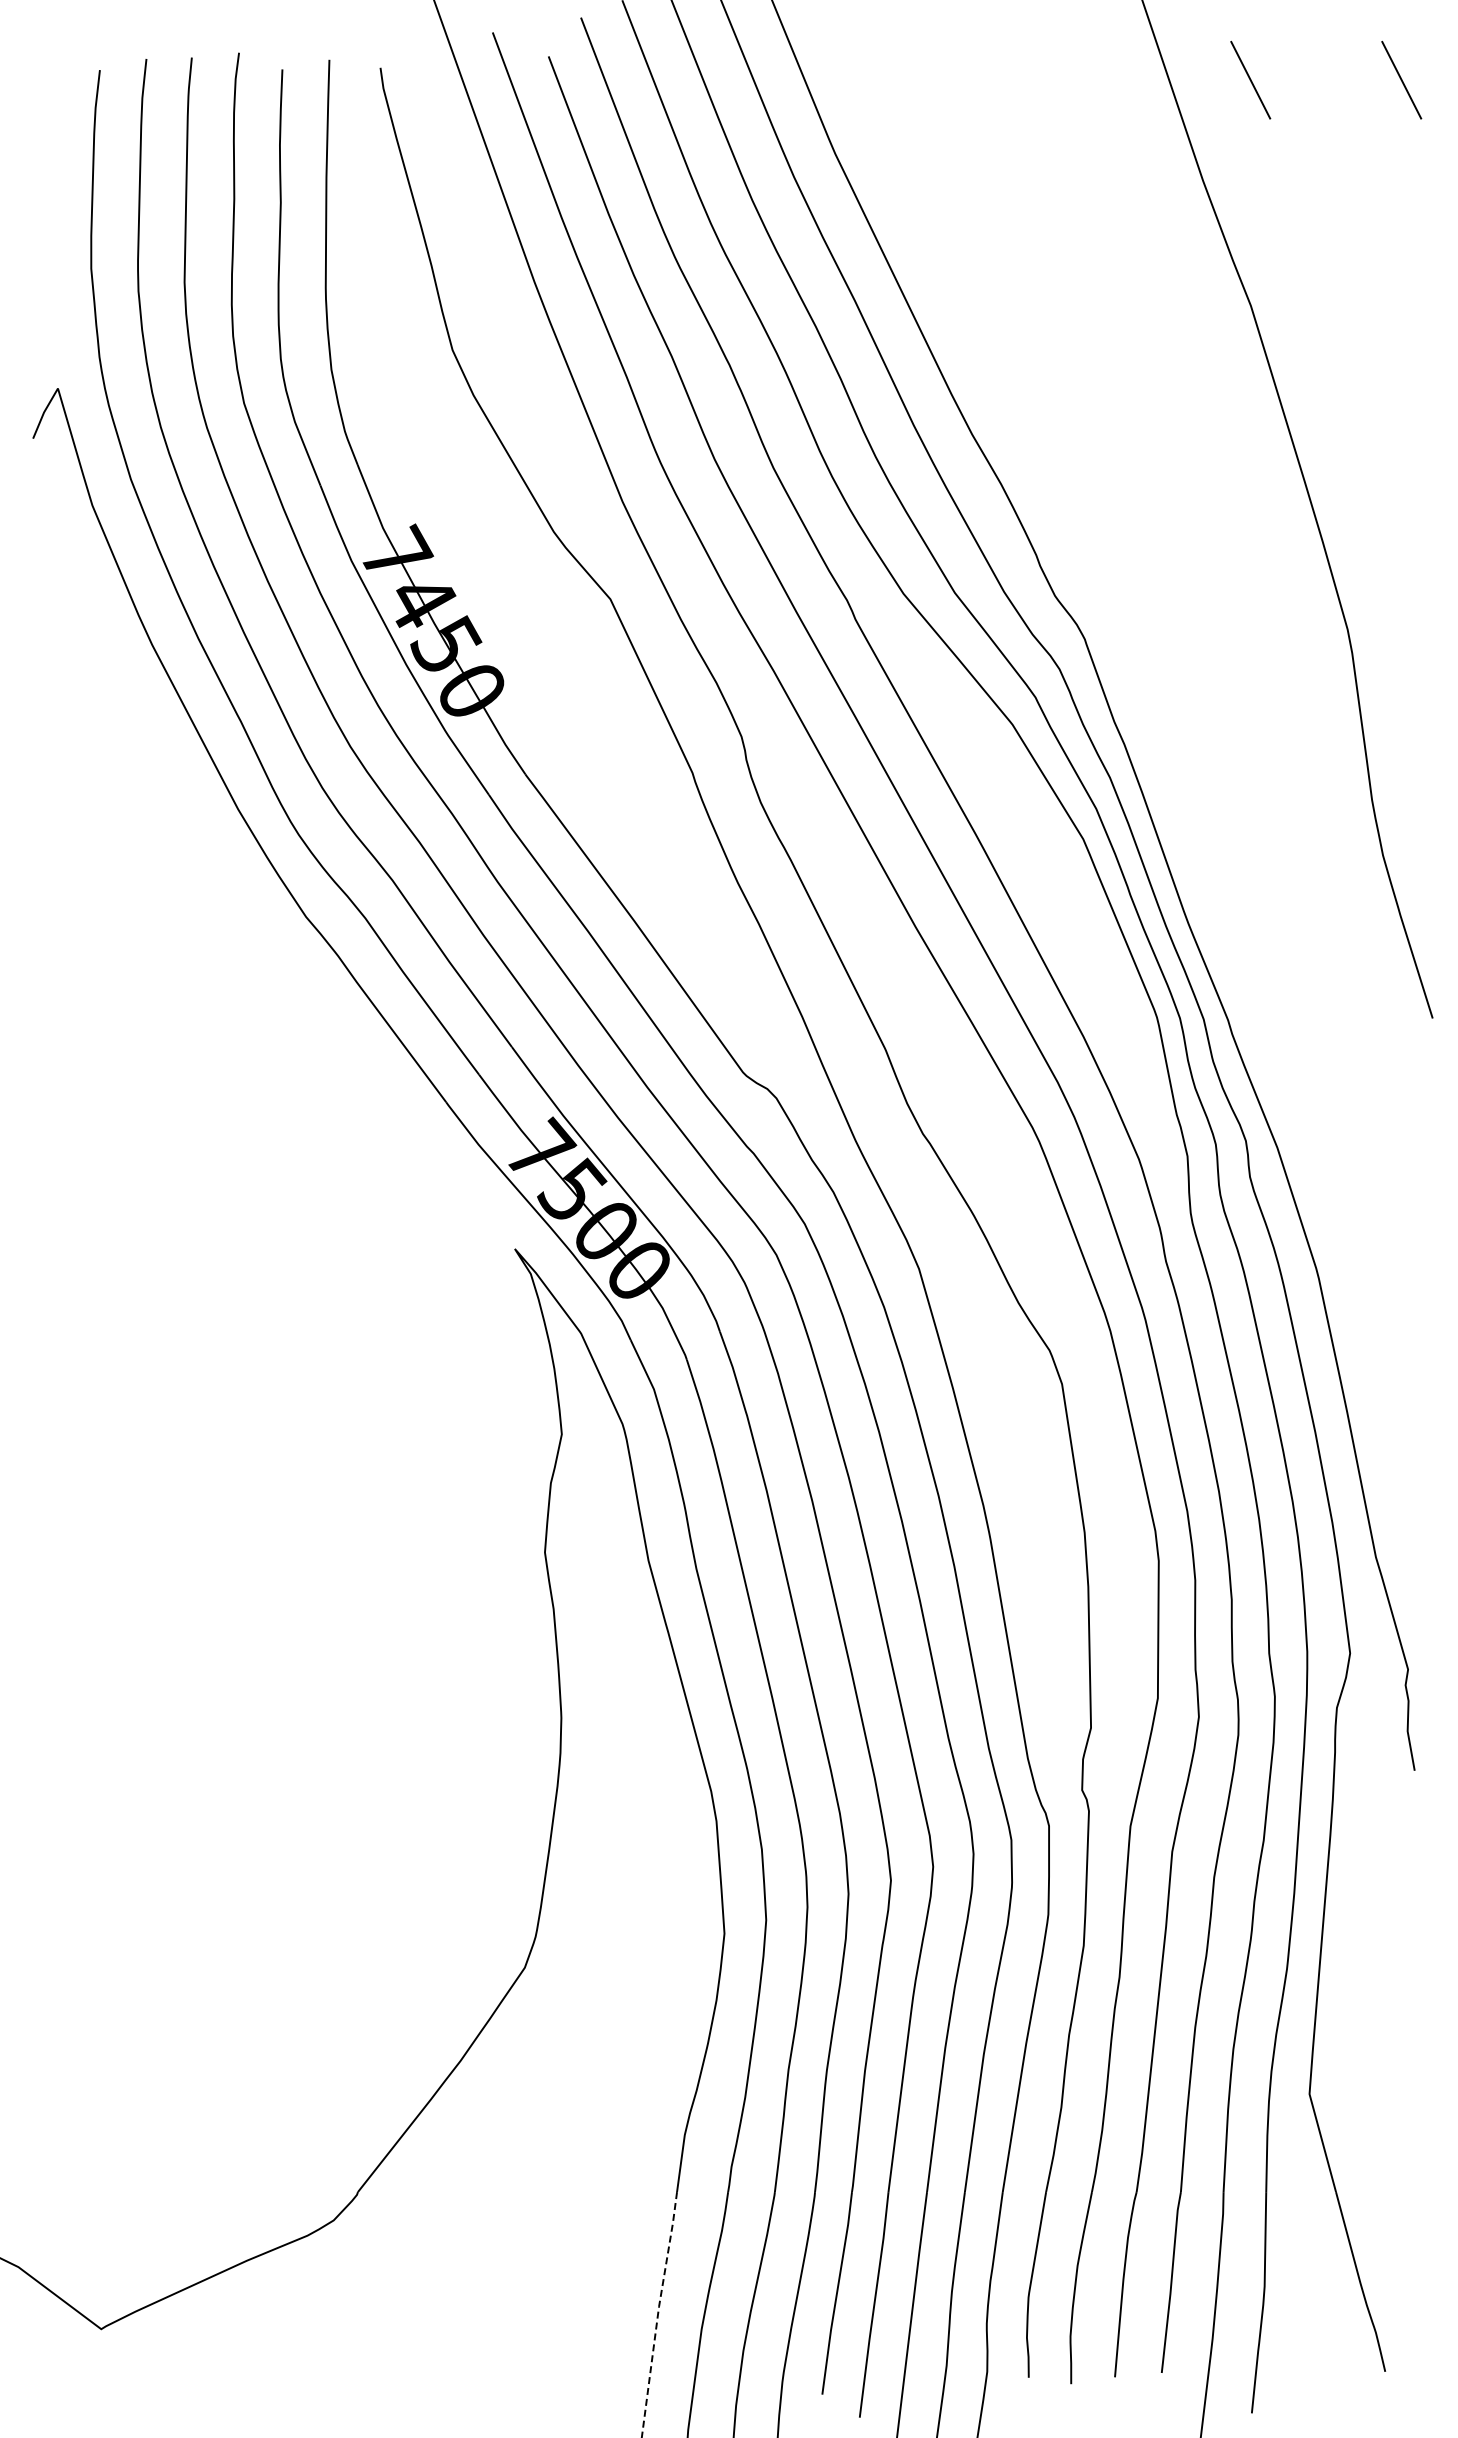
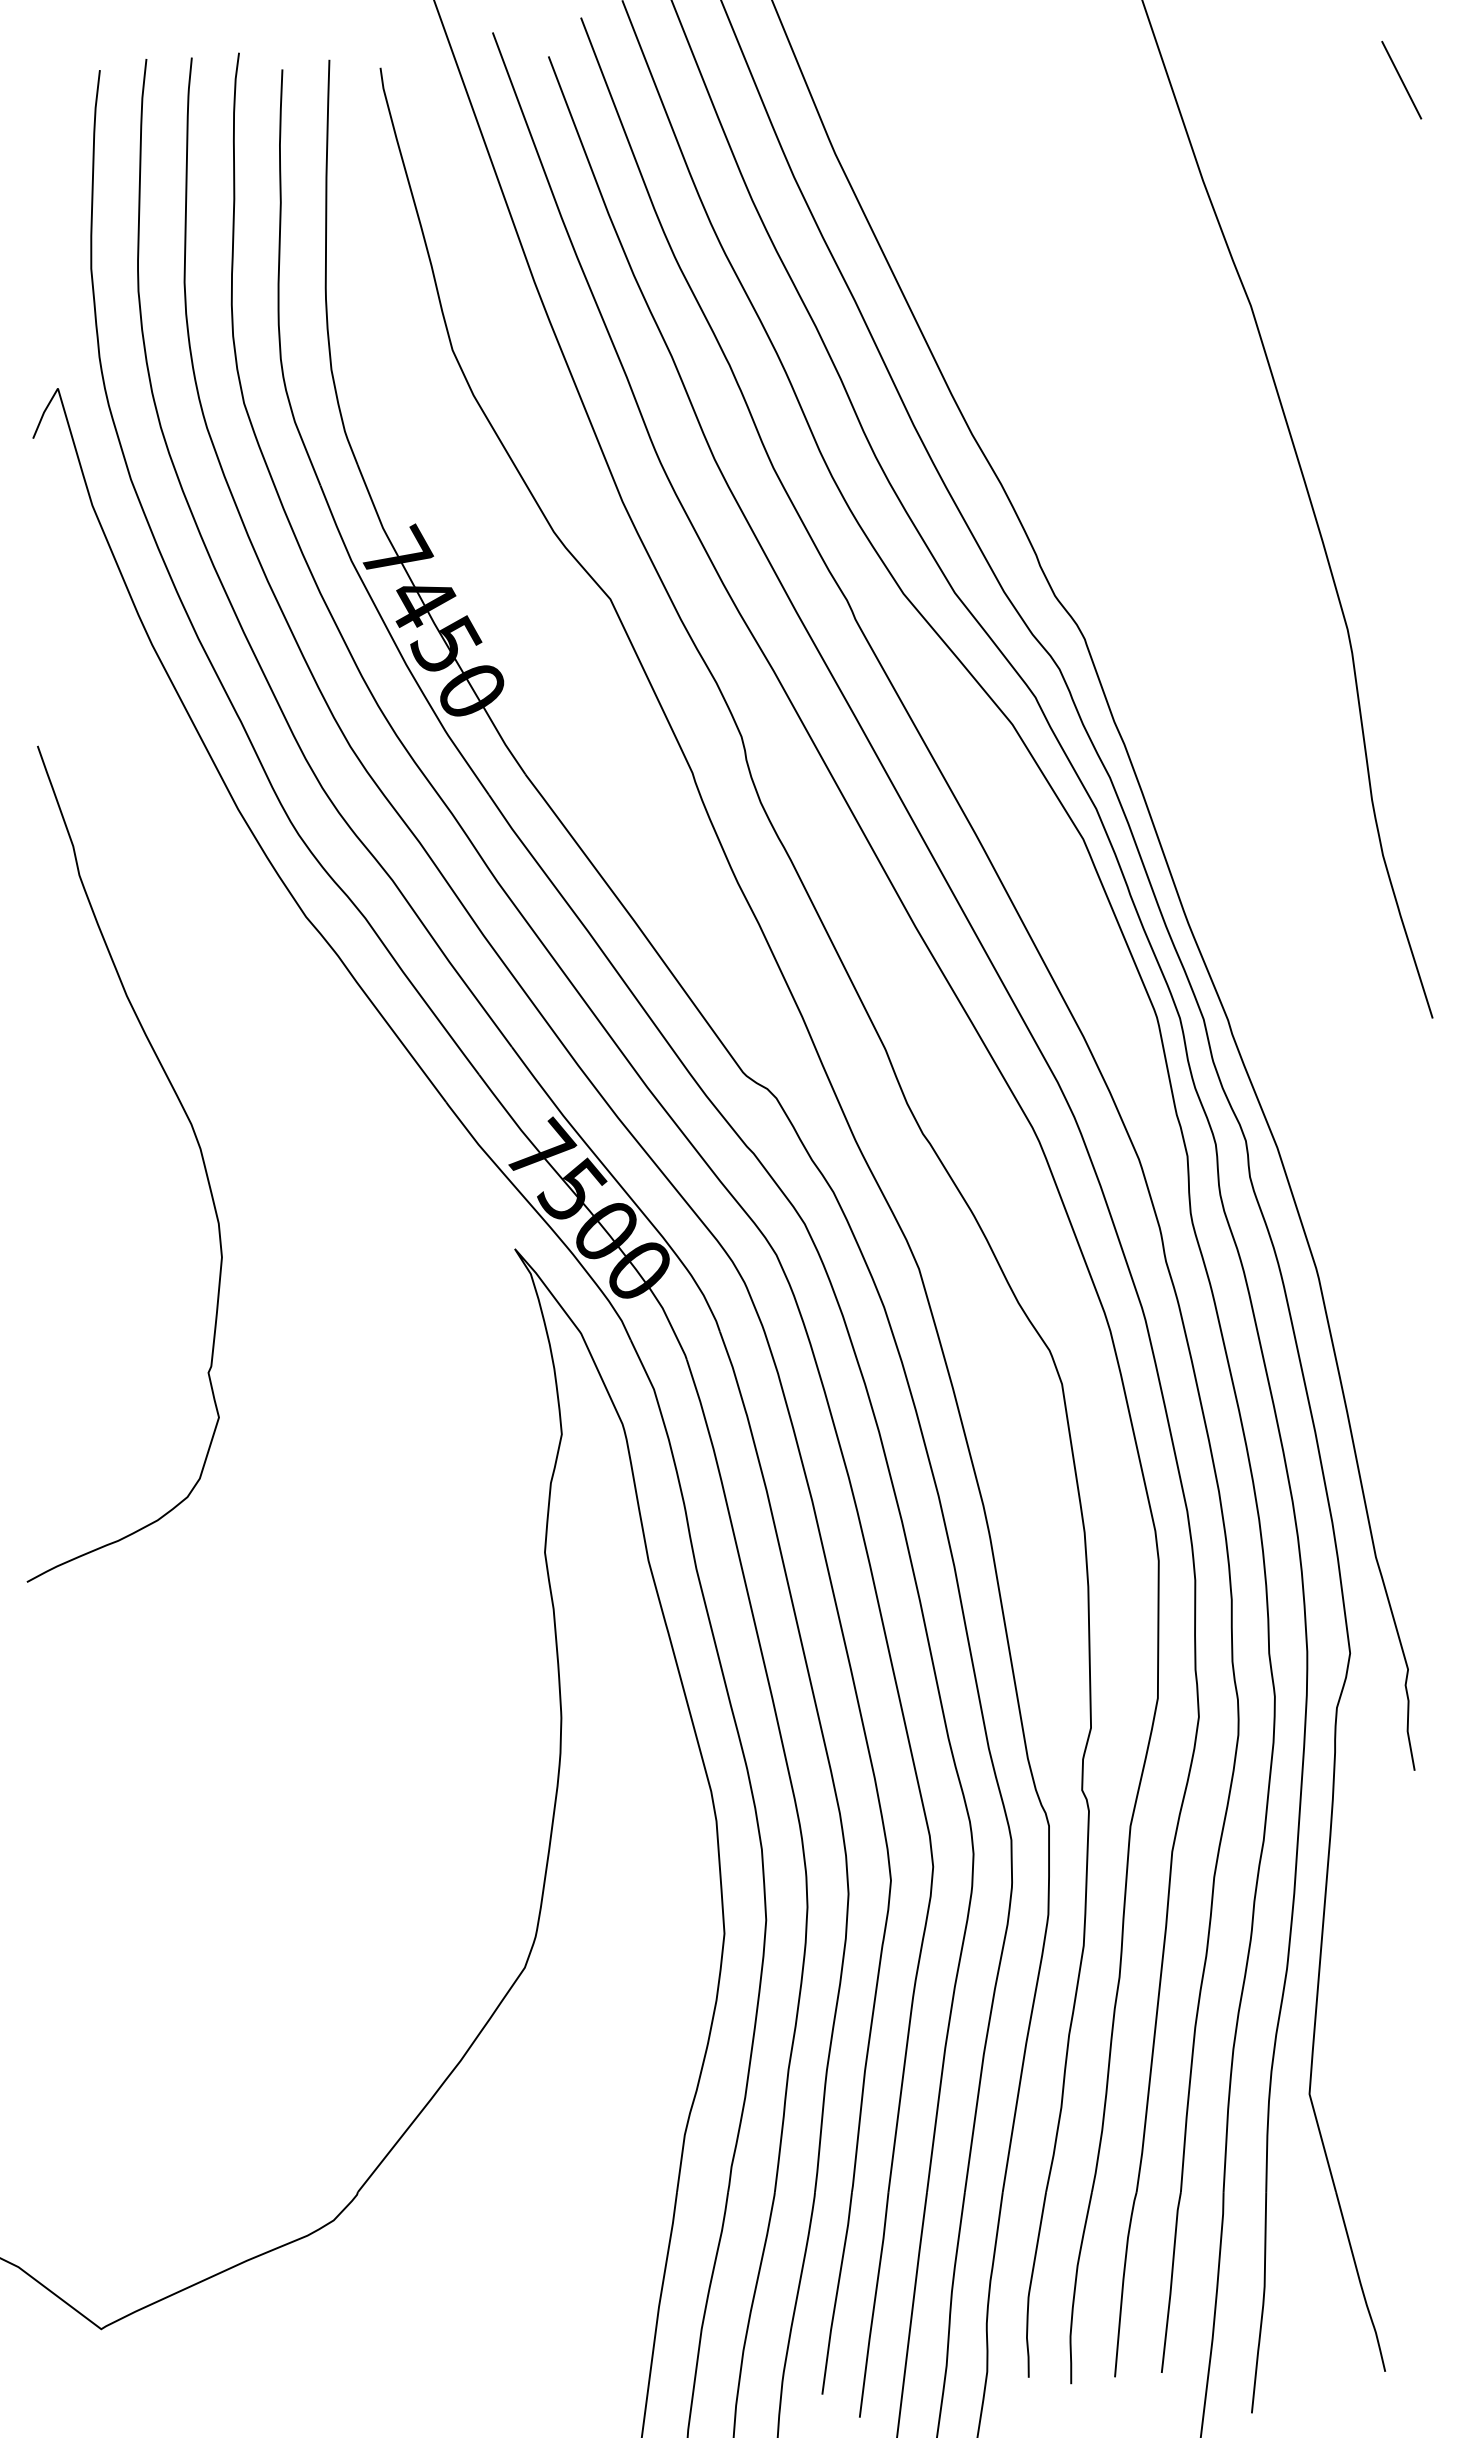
line at (1250, 79): present -> none
curve at (193, 1133): none -> present
line at (658, 2313): dashed -> solid
